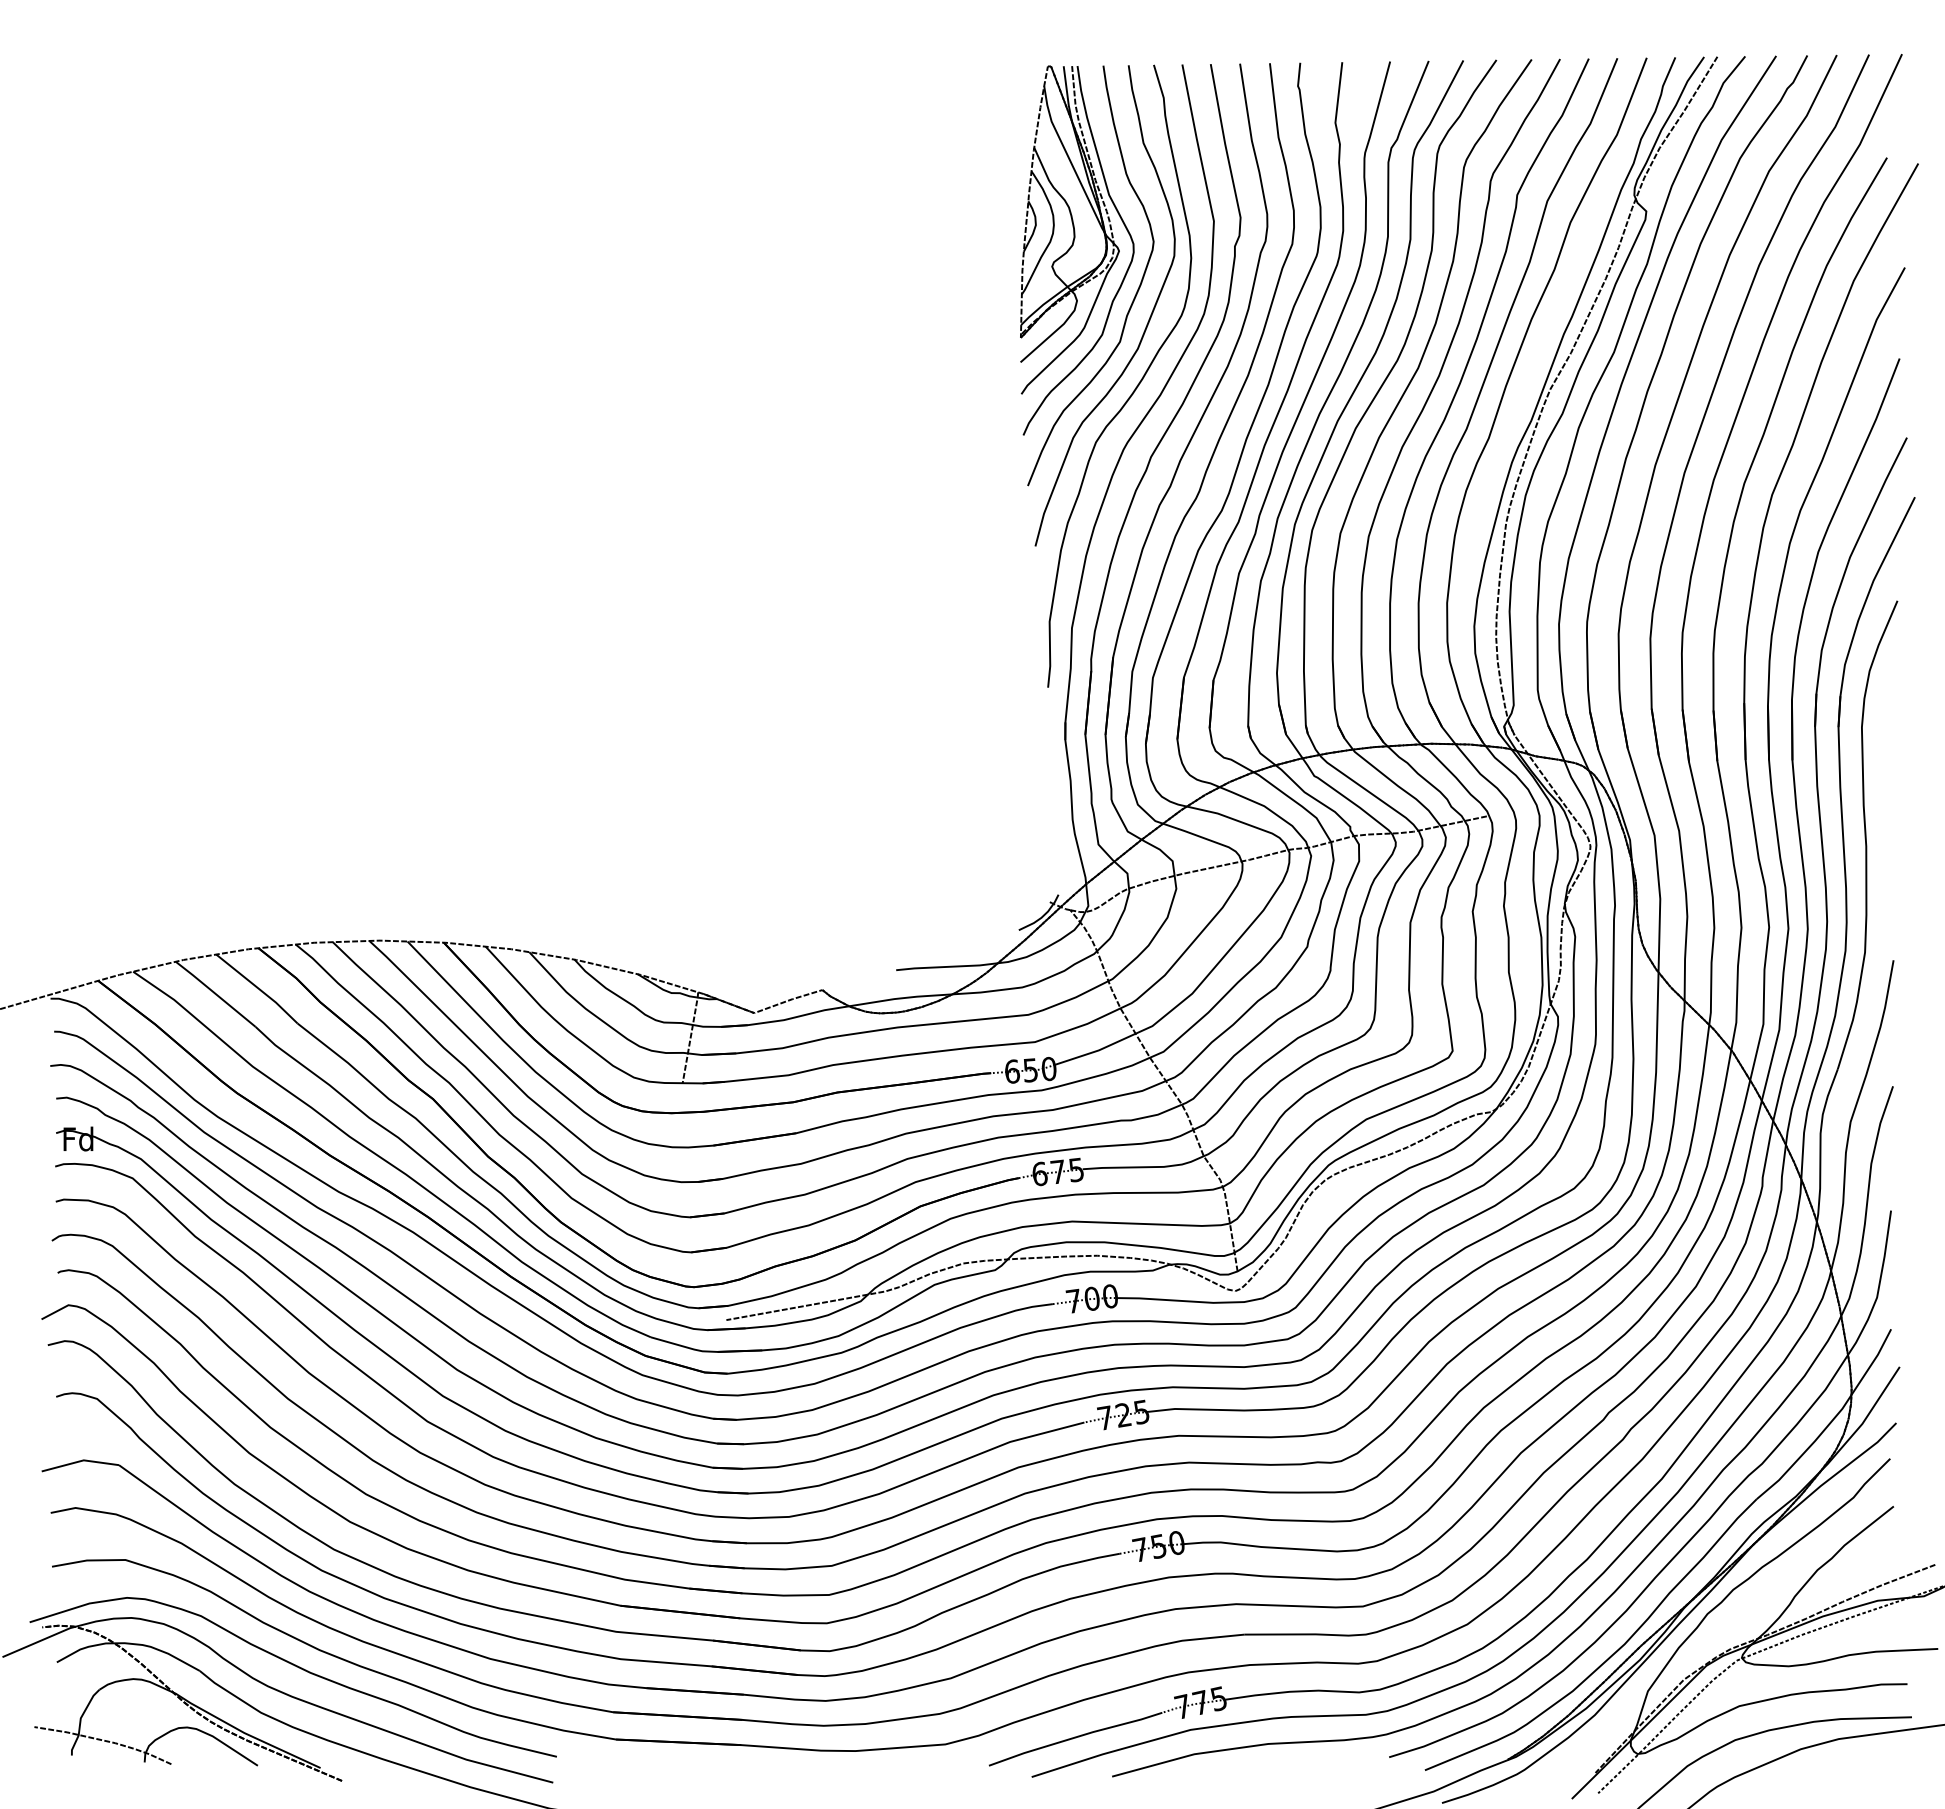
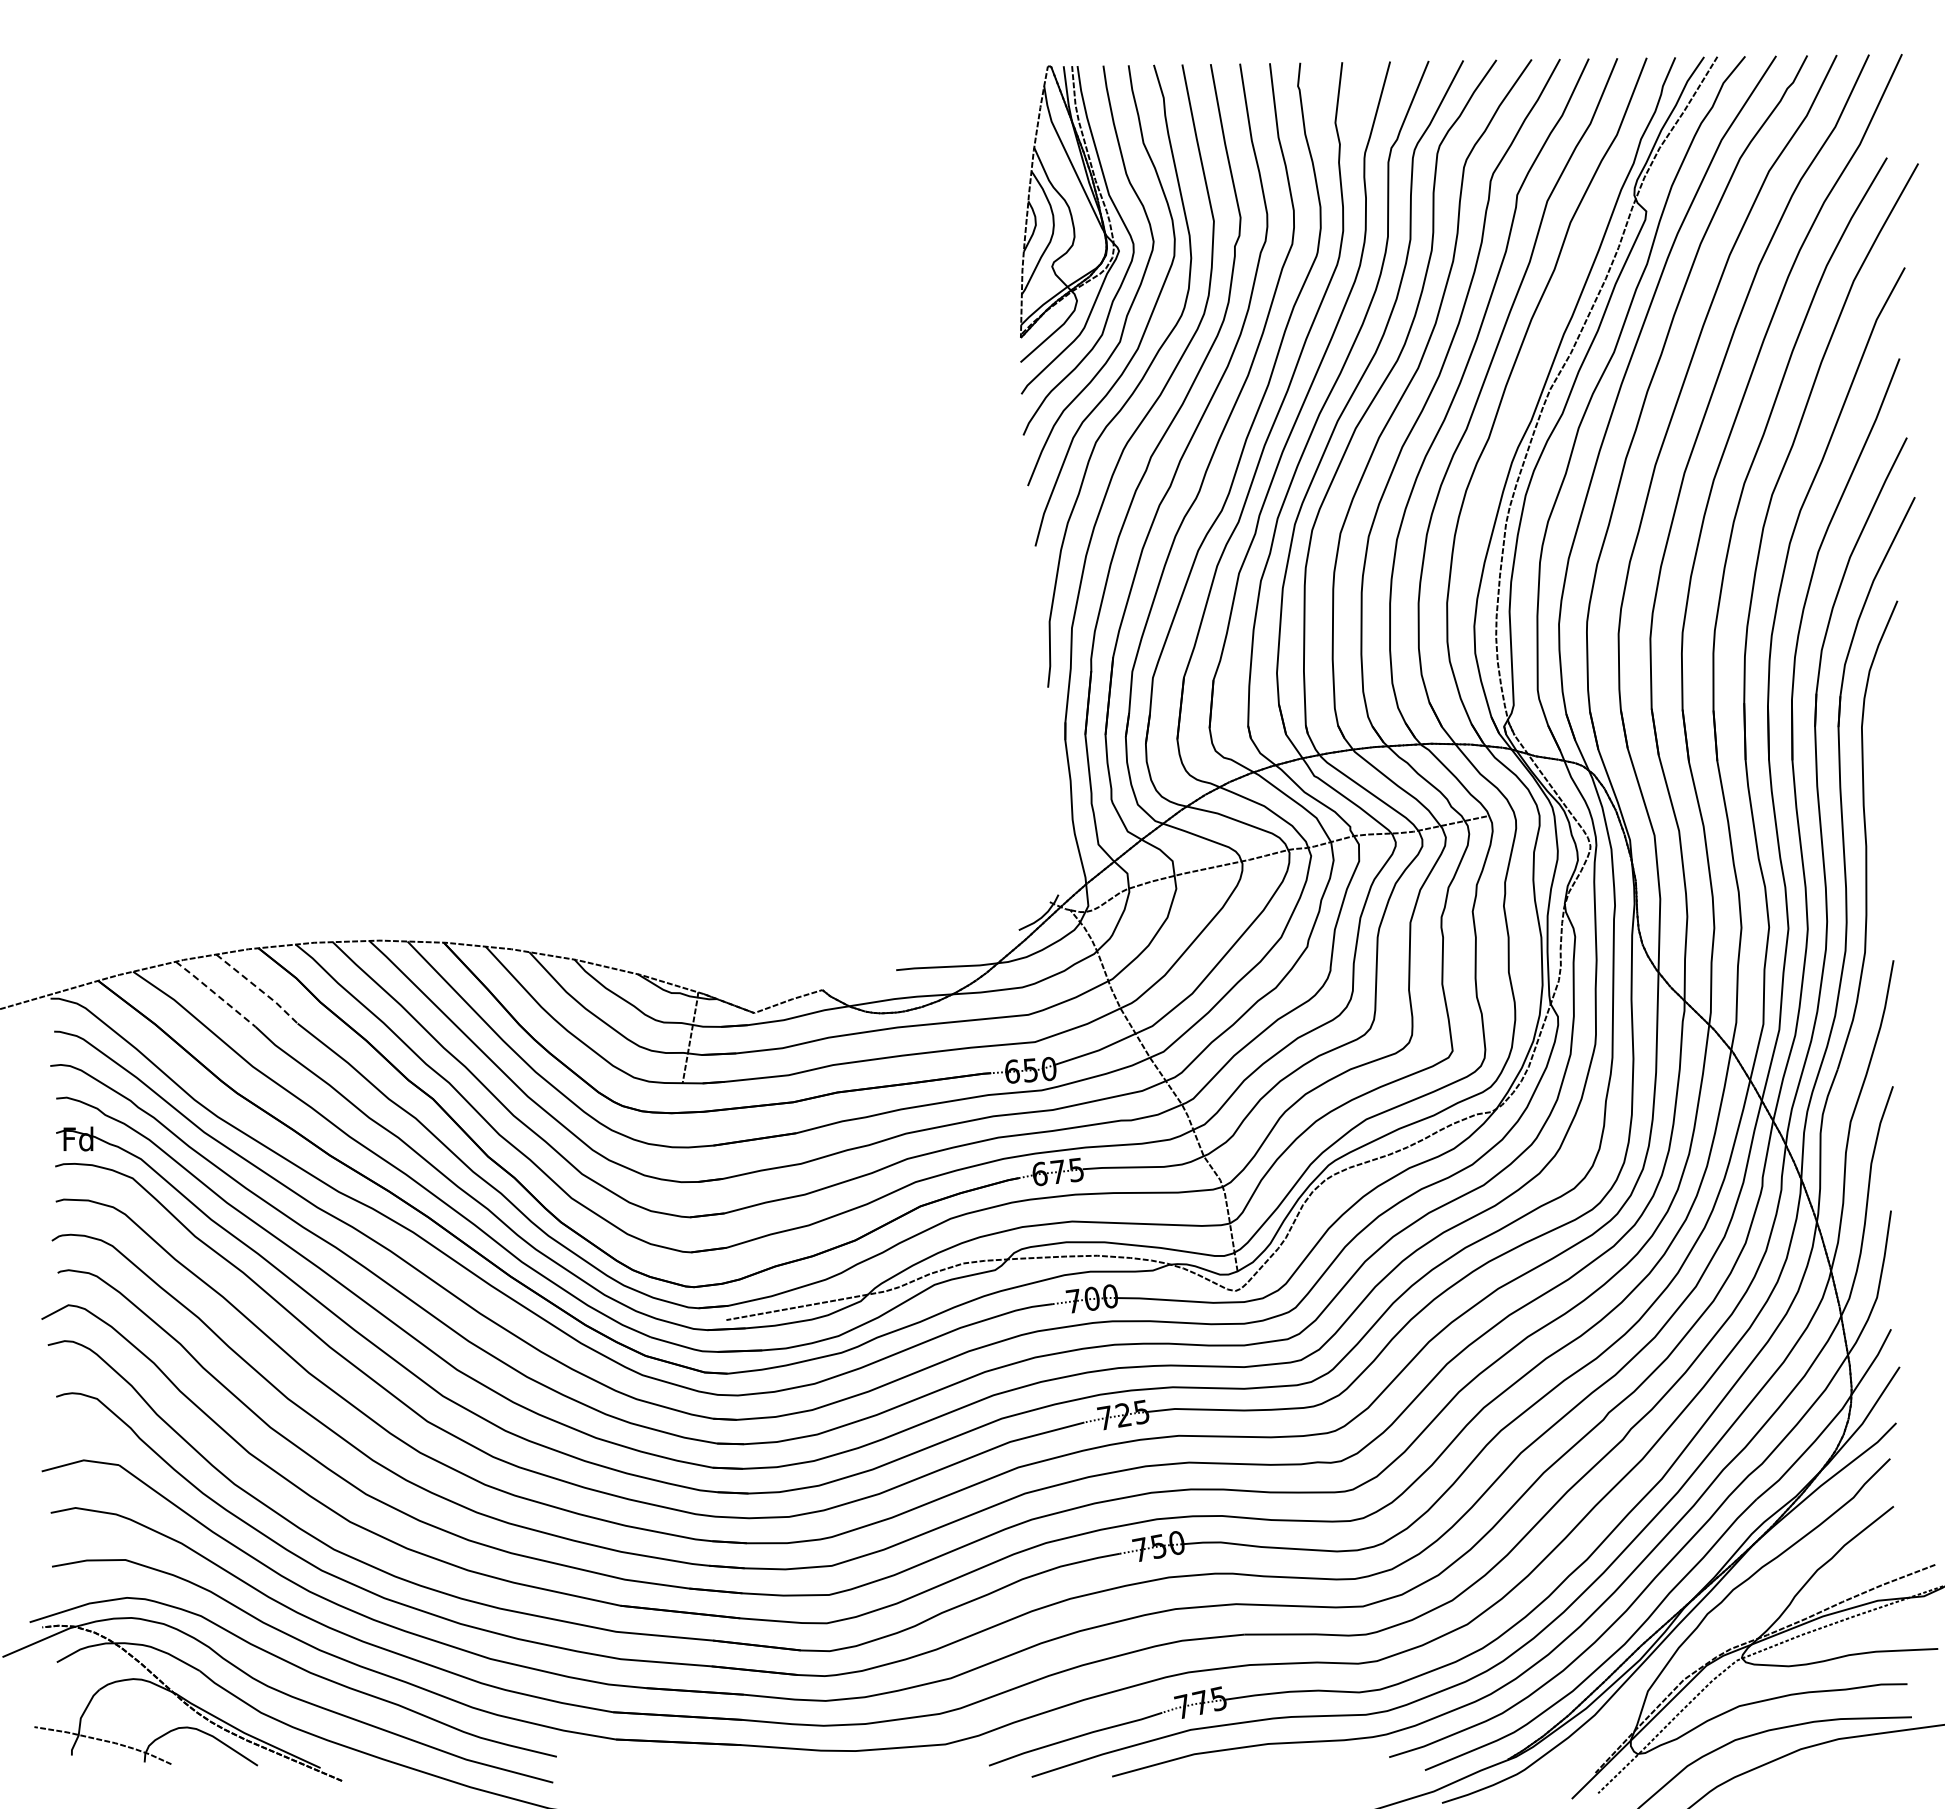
line at (258, 988): solid -> dashed
line at (215, 994): solid -> dashed
